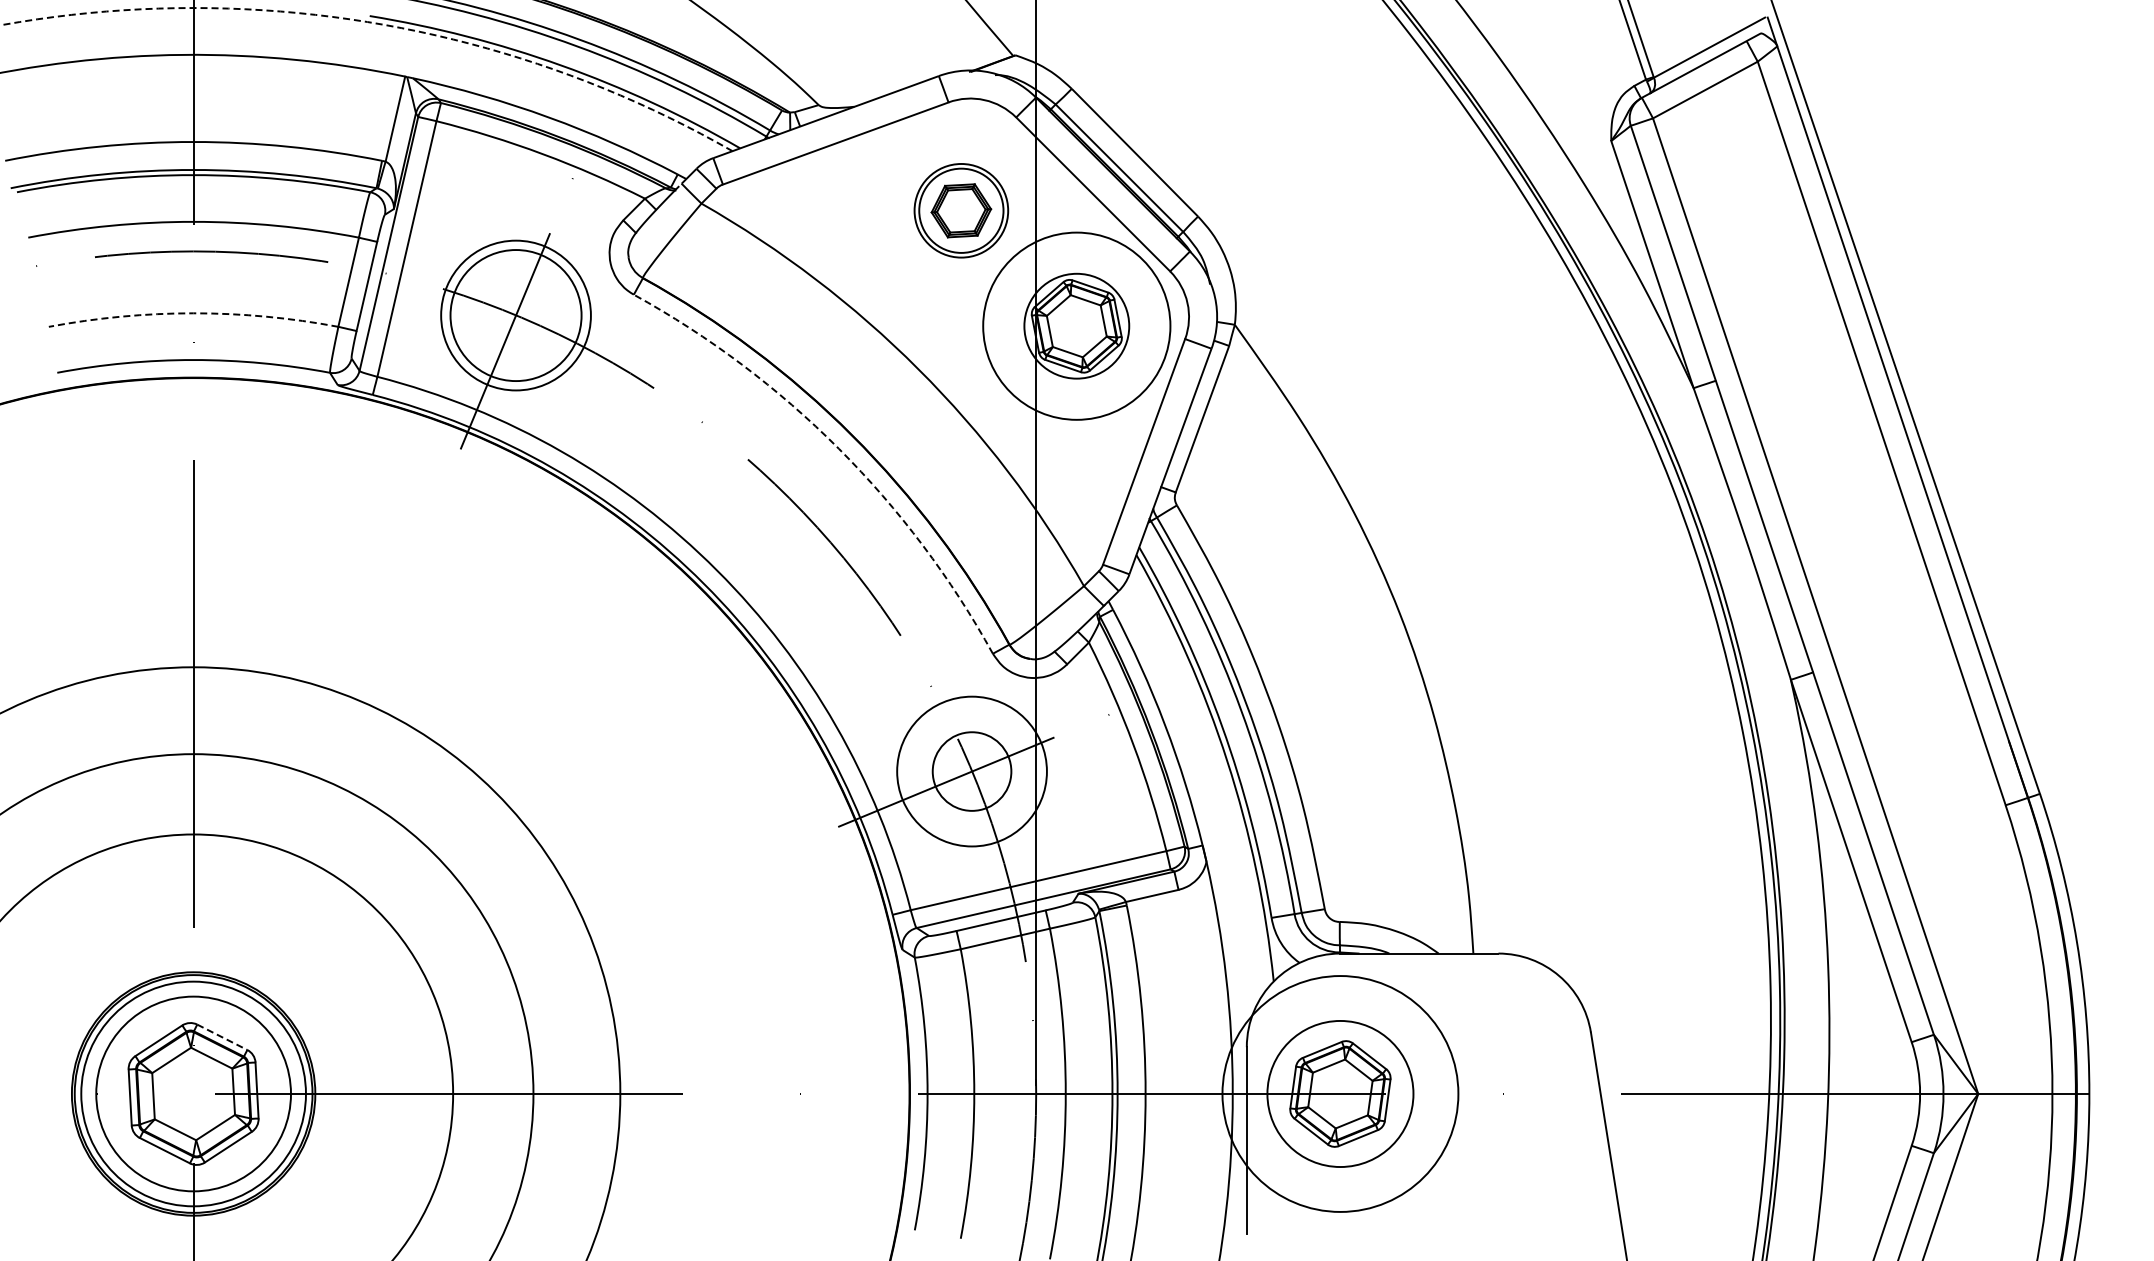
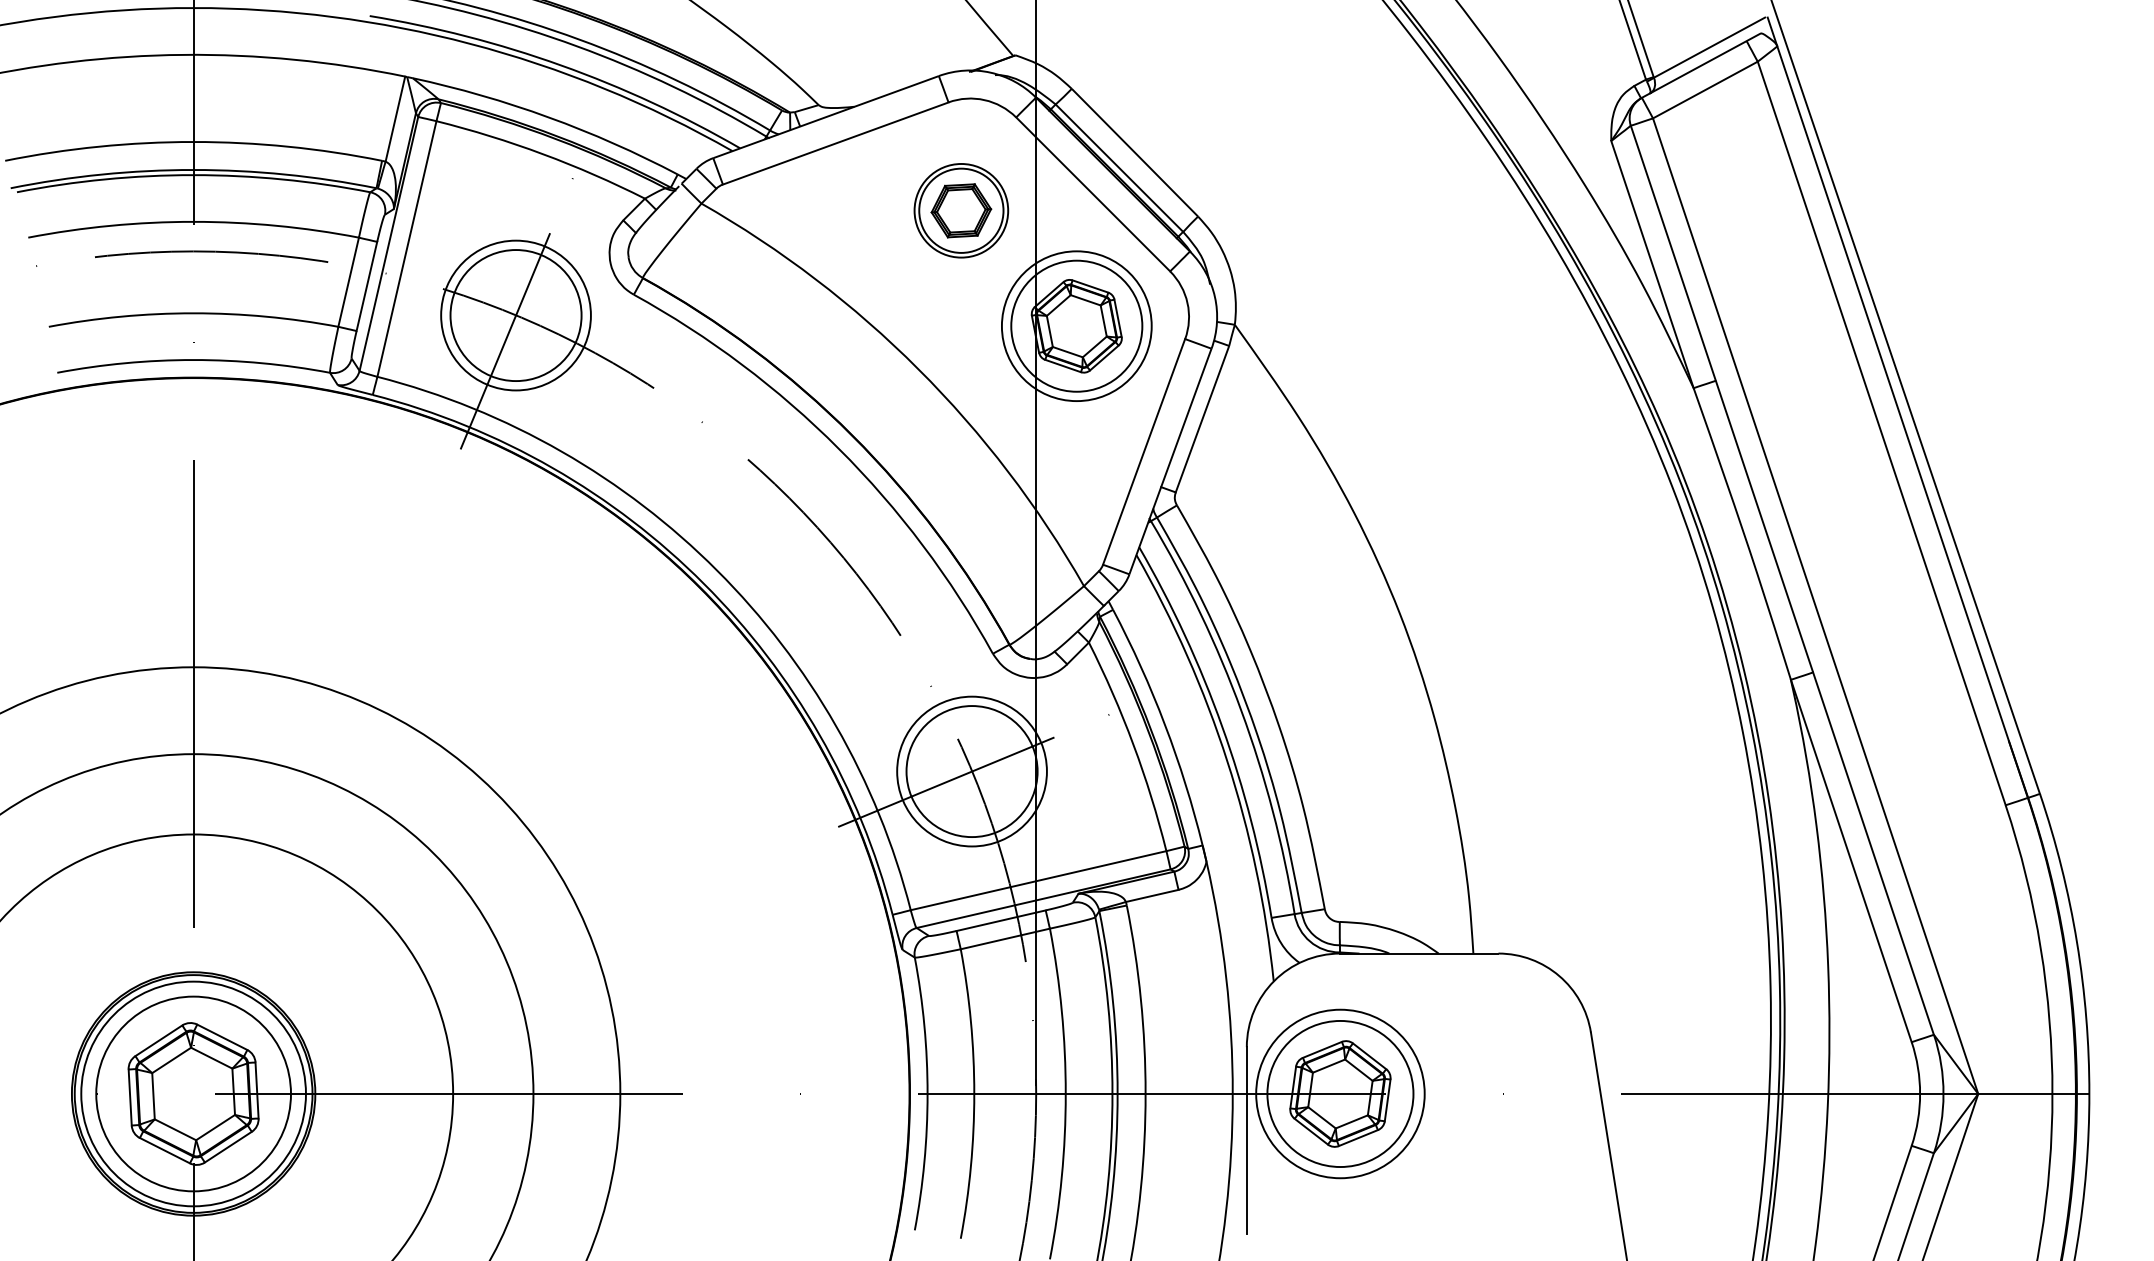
arc at (379, 24): dashed -> solid
arc at (193, 313): dashed -> solid
circle at (1076, 325) diameter: 105 px -> 131 px
circle at (1076, 325) diameter: 187 px -> 150 px
arc at (838, 448): dashed -> solid
circle at (971, 771) diameter: 79 px -> 131 px
line at (222, 1037): dashed -> solid
circle at (1340, 1093) diameter: 236 px -> 169 px
